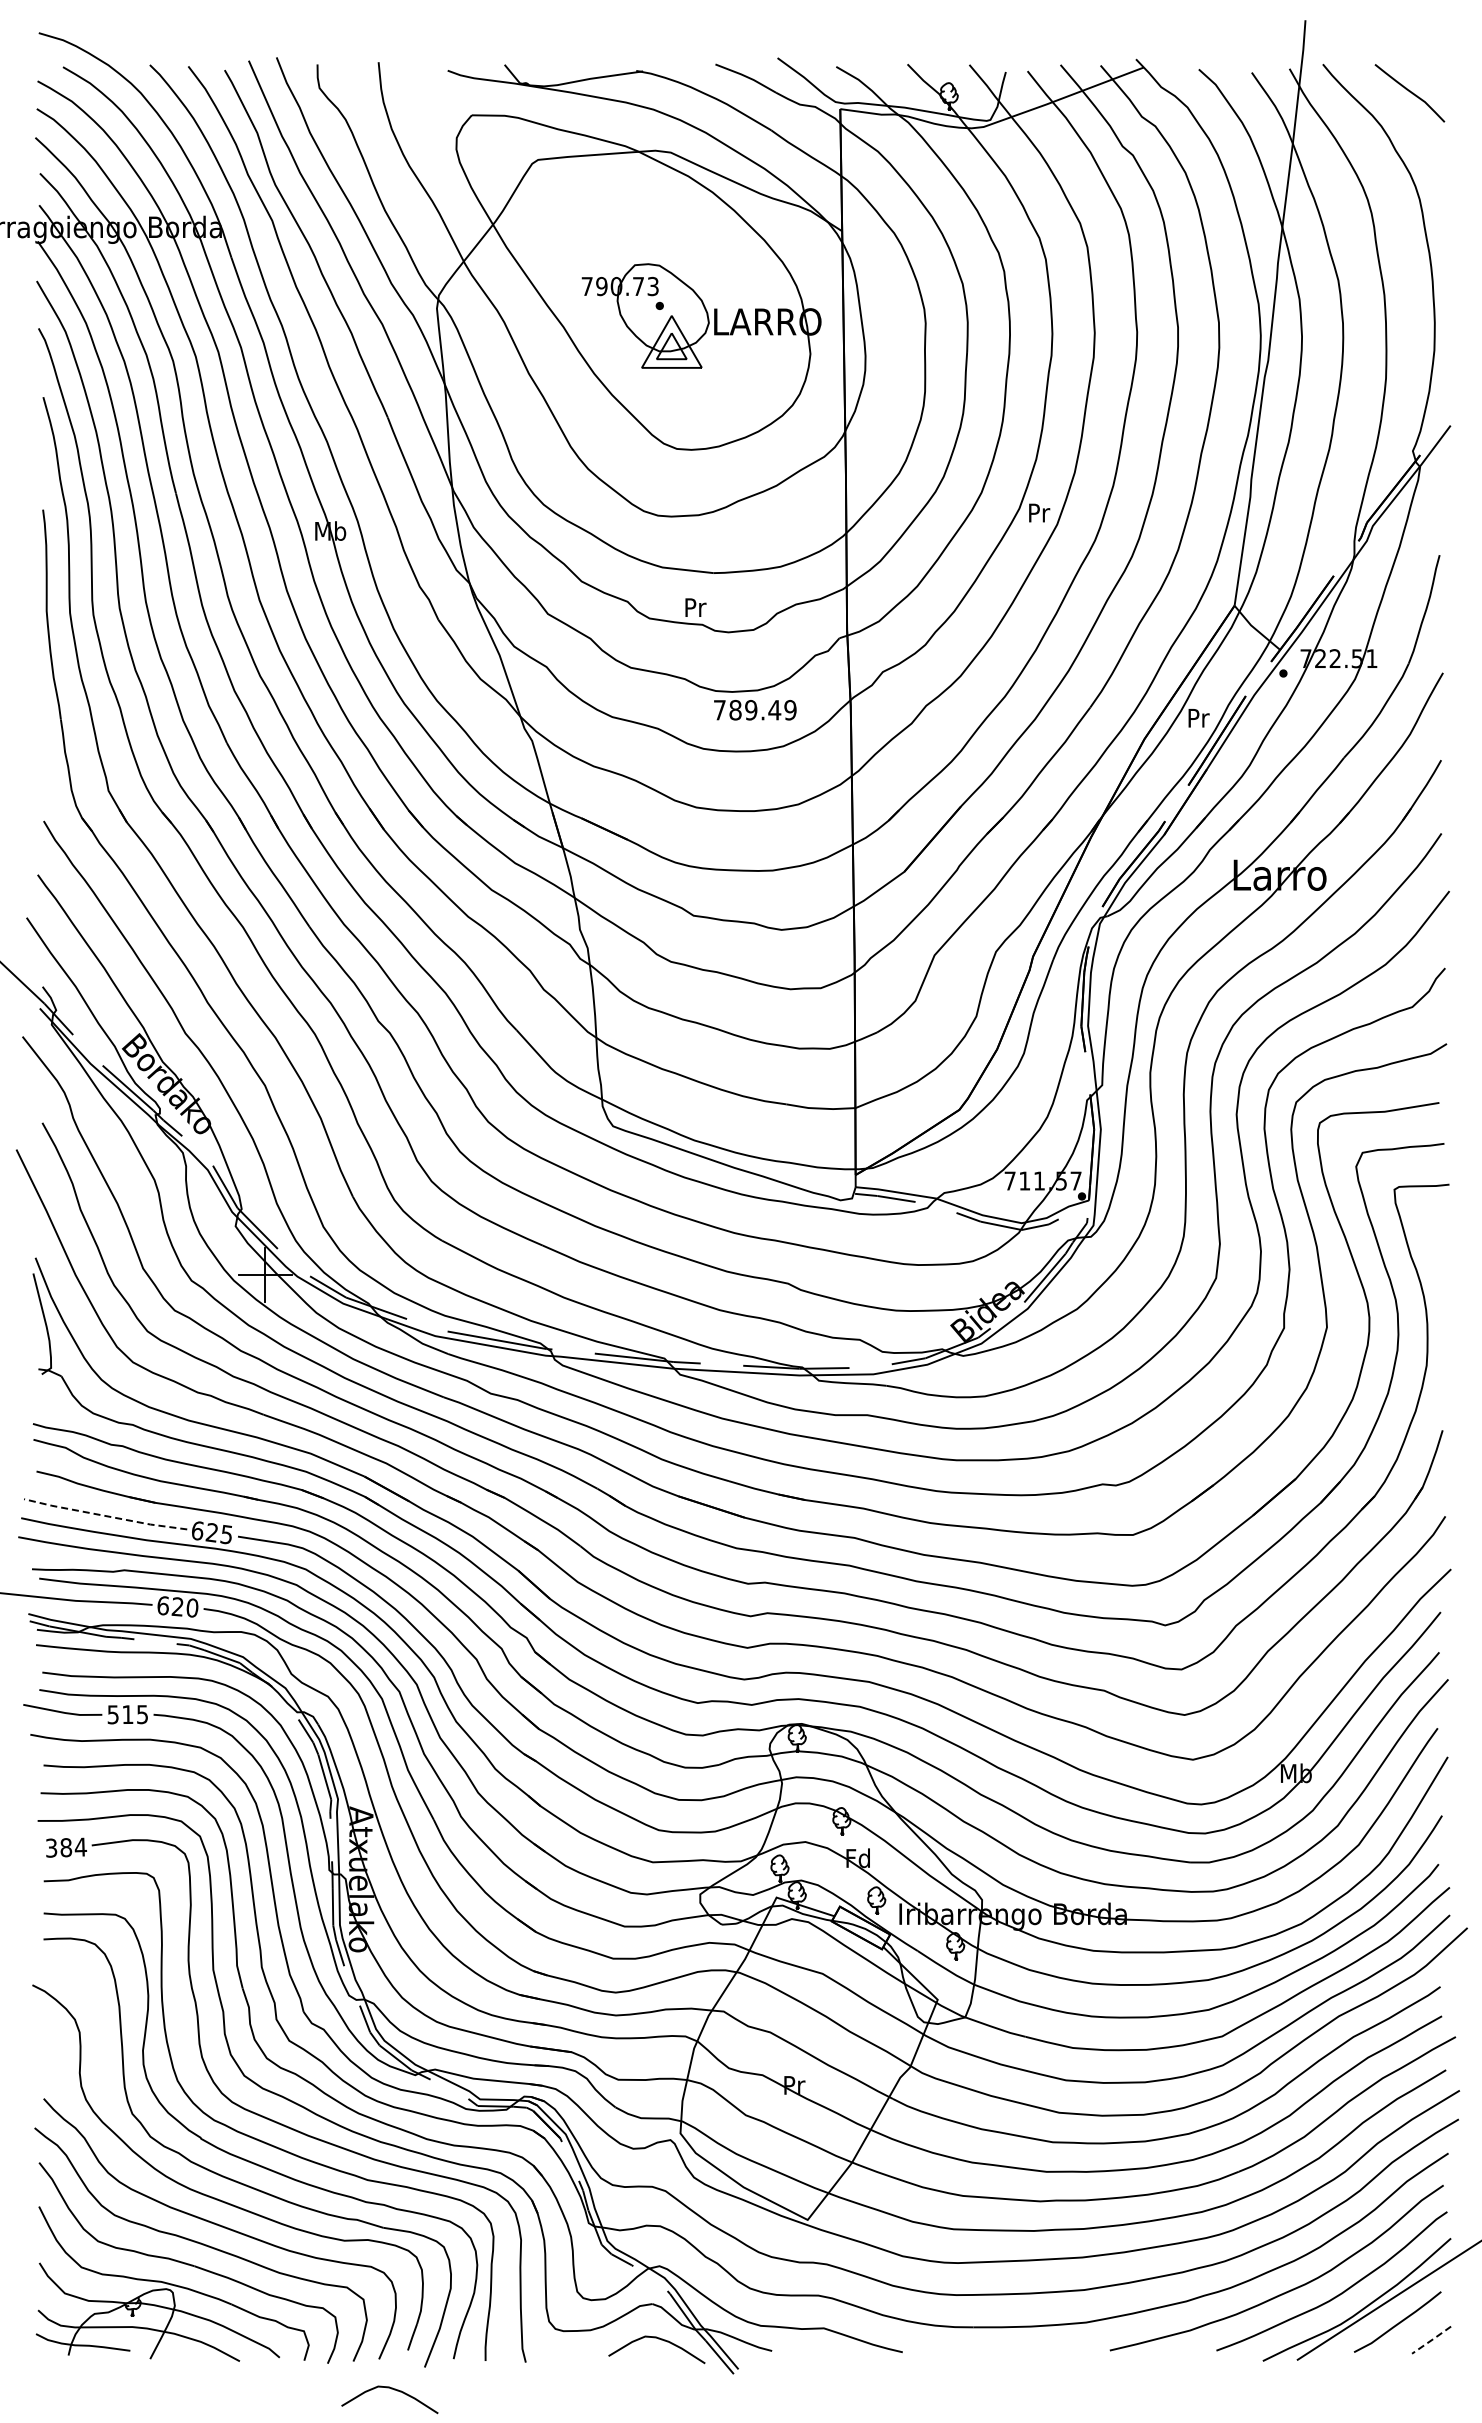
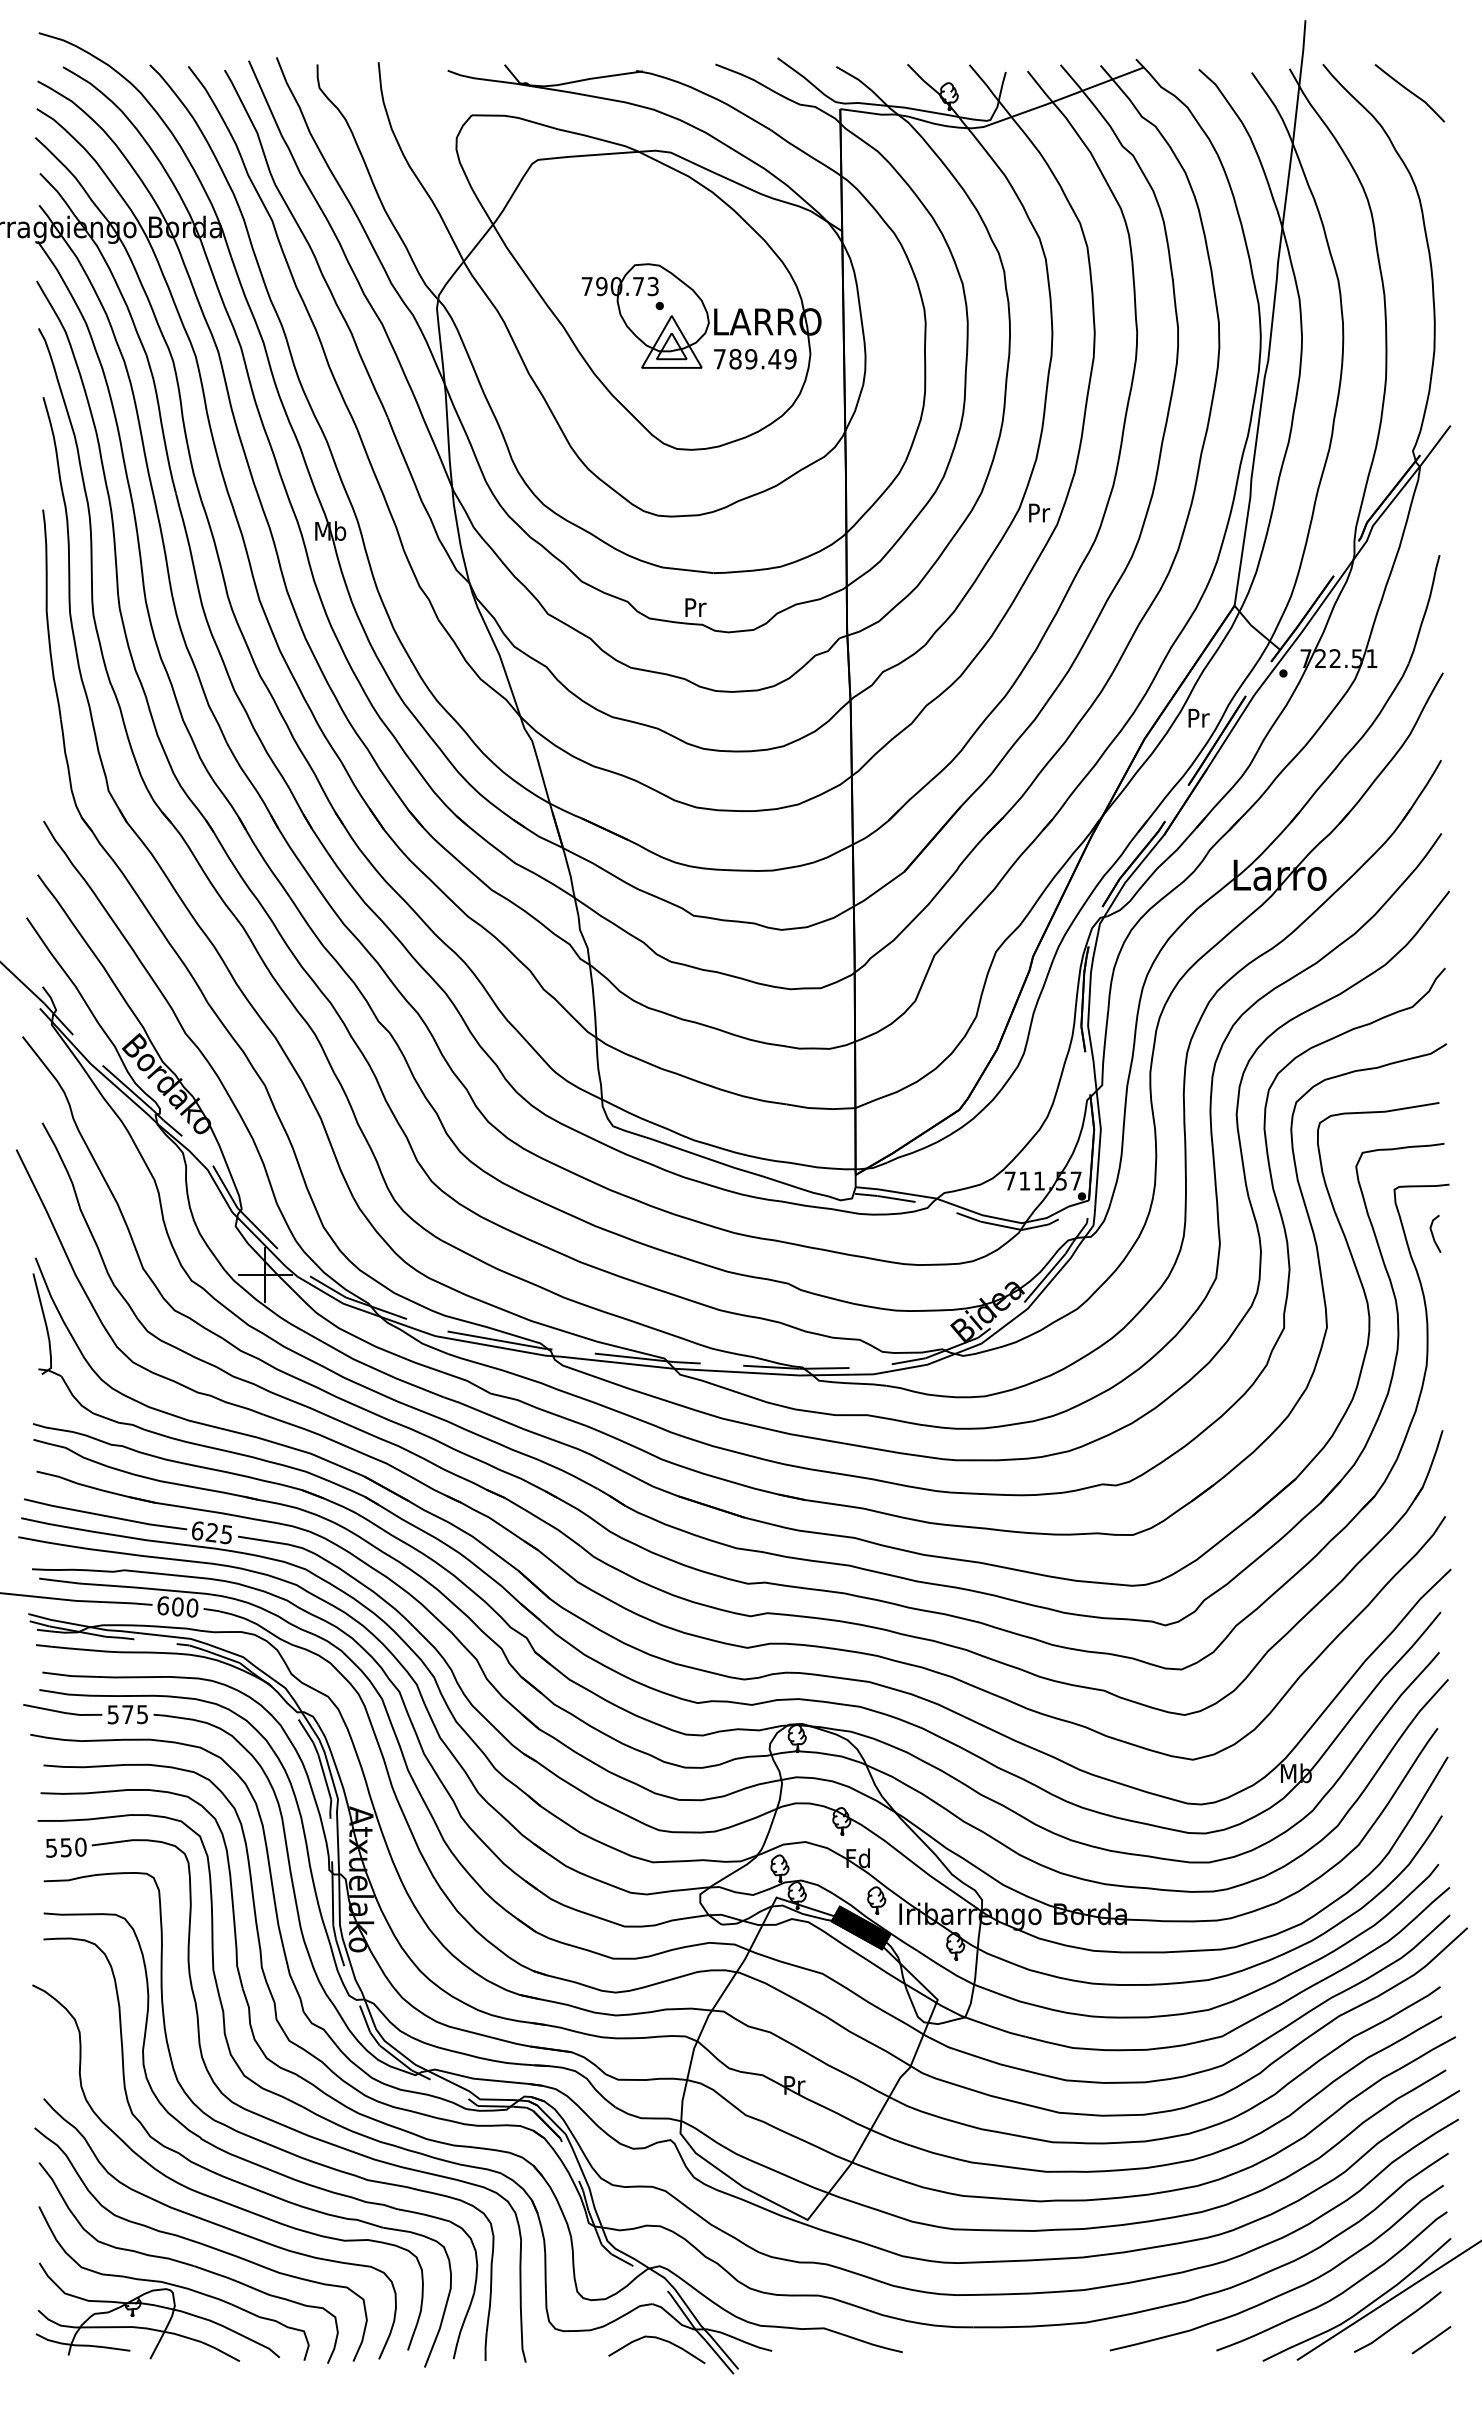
text at (755, 710) position: (755, 710) -> (755, 359)
line at (1433, 1233): none -> present
line at (105, 1515): dashed -> solid
text at (177, 1606): 620 -> 600
text at (127, 1714): 515 -> 575
text at (66, 1847): 384 -> 550
fill at (860, 1927): none -> present
line at (1432, 2339): dashed -> solid
curve at (391, 2389): present -> none
